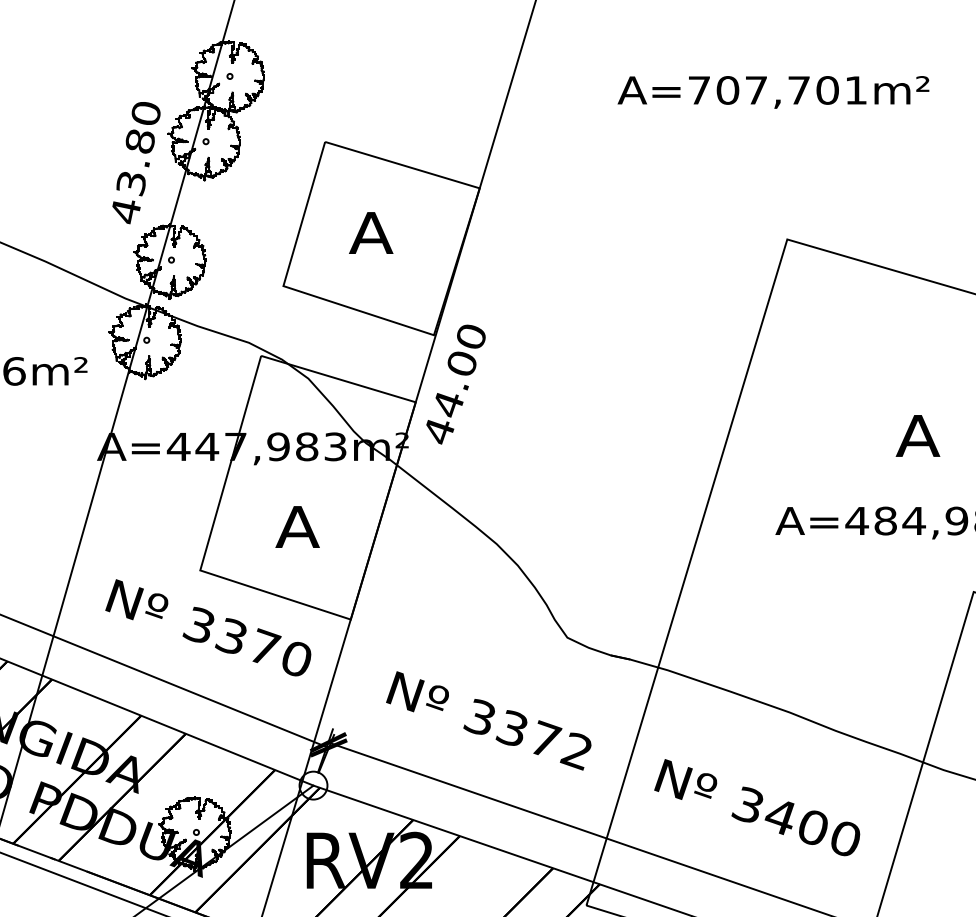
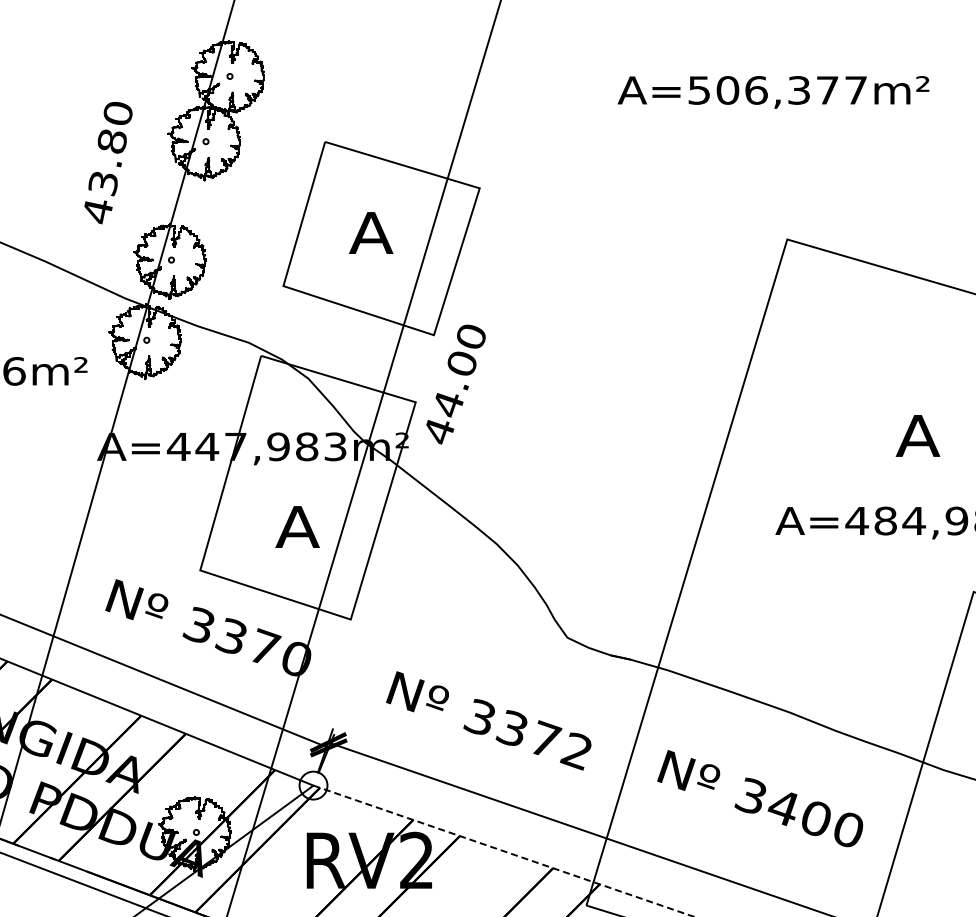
text at (777, 90): A=707,701m² -> A=506,377m²
text at (136, 163) position: (136, 163) -> (108, 163)
line at (398, 457) position: (398, 457) -> (363, 457)
text at (757, 807) position: (757, 807) -> (760, 798)
line at (504, 851): solid -> dashed
